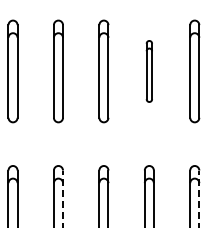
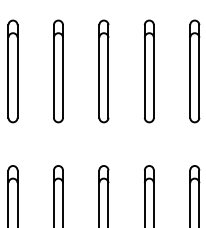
part at (148, 71) size: 8x63 px -> 11x105 px
line at (63, 198): dashed -> solid
line at (199, 198): dashed -> solid
